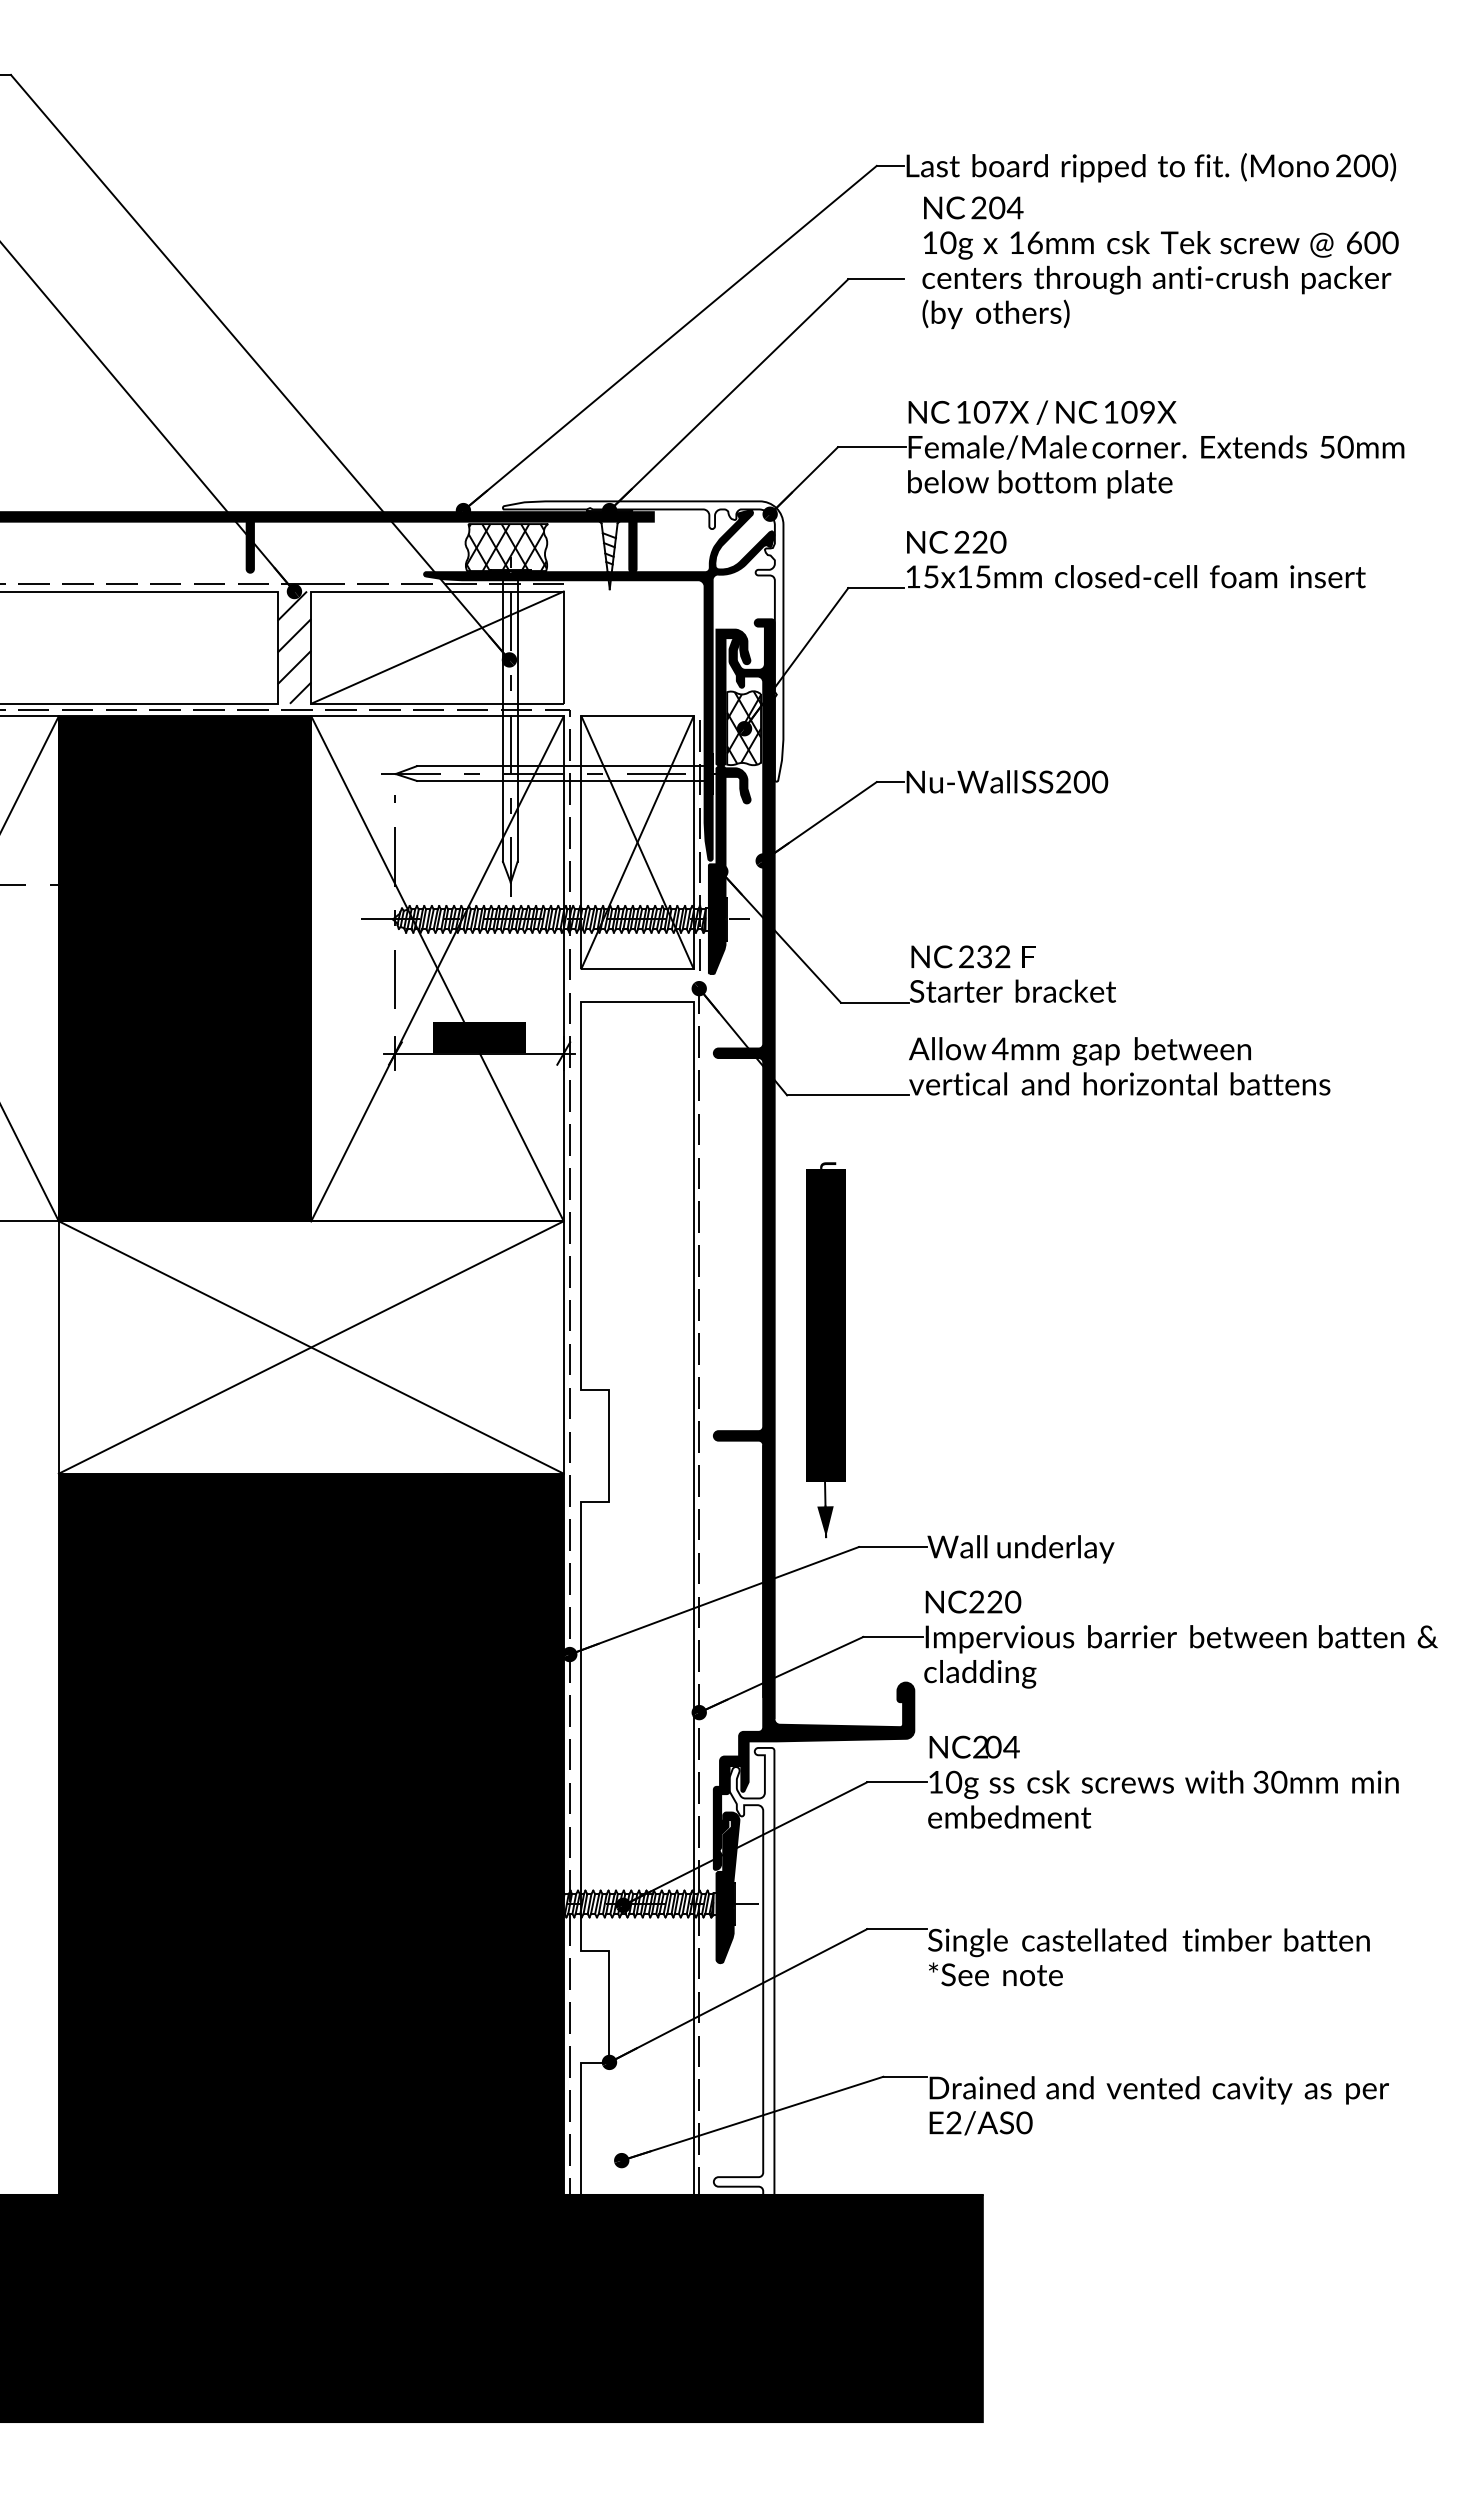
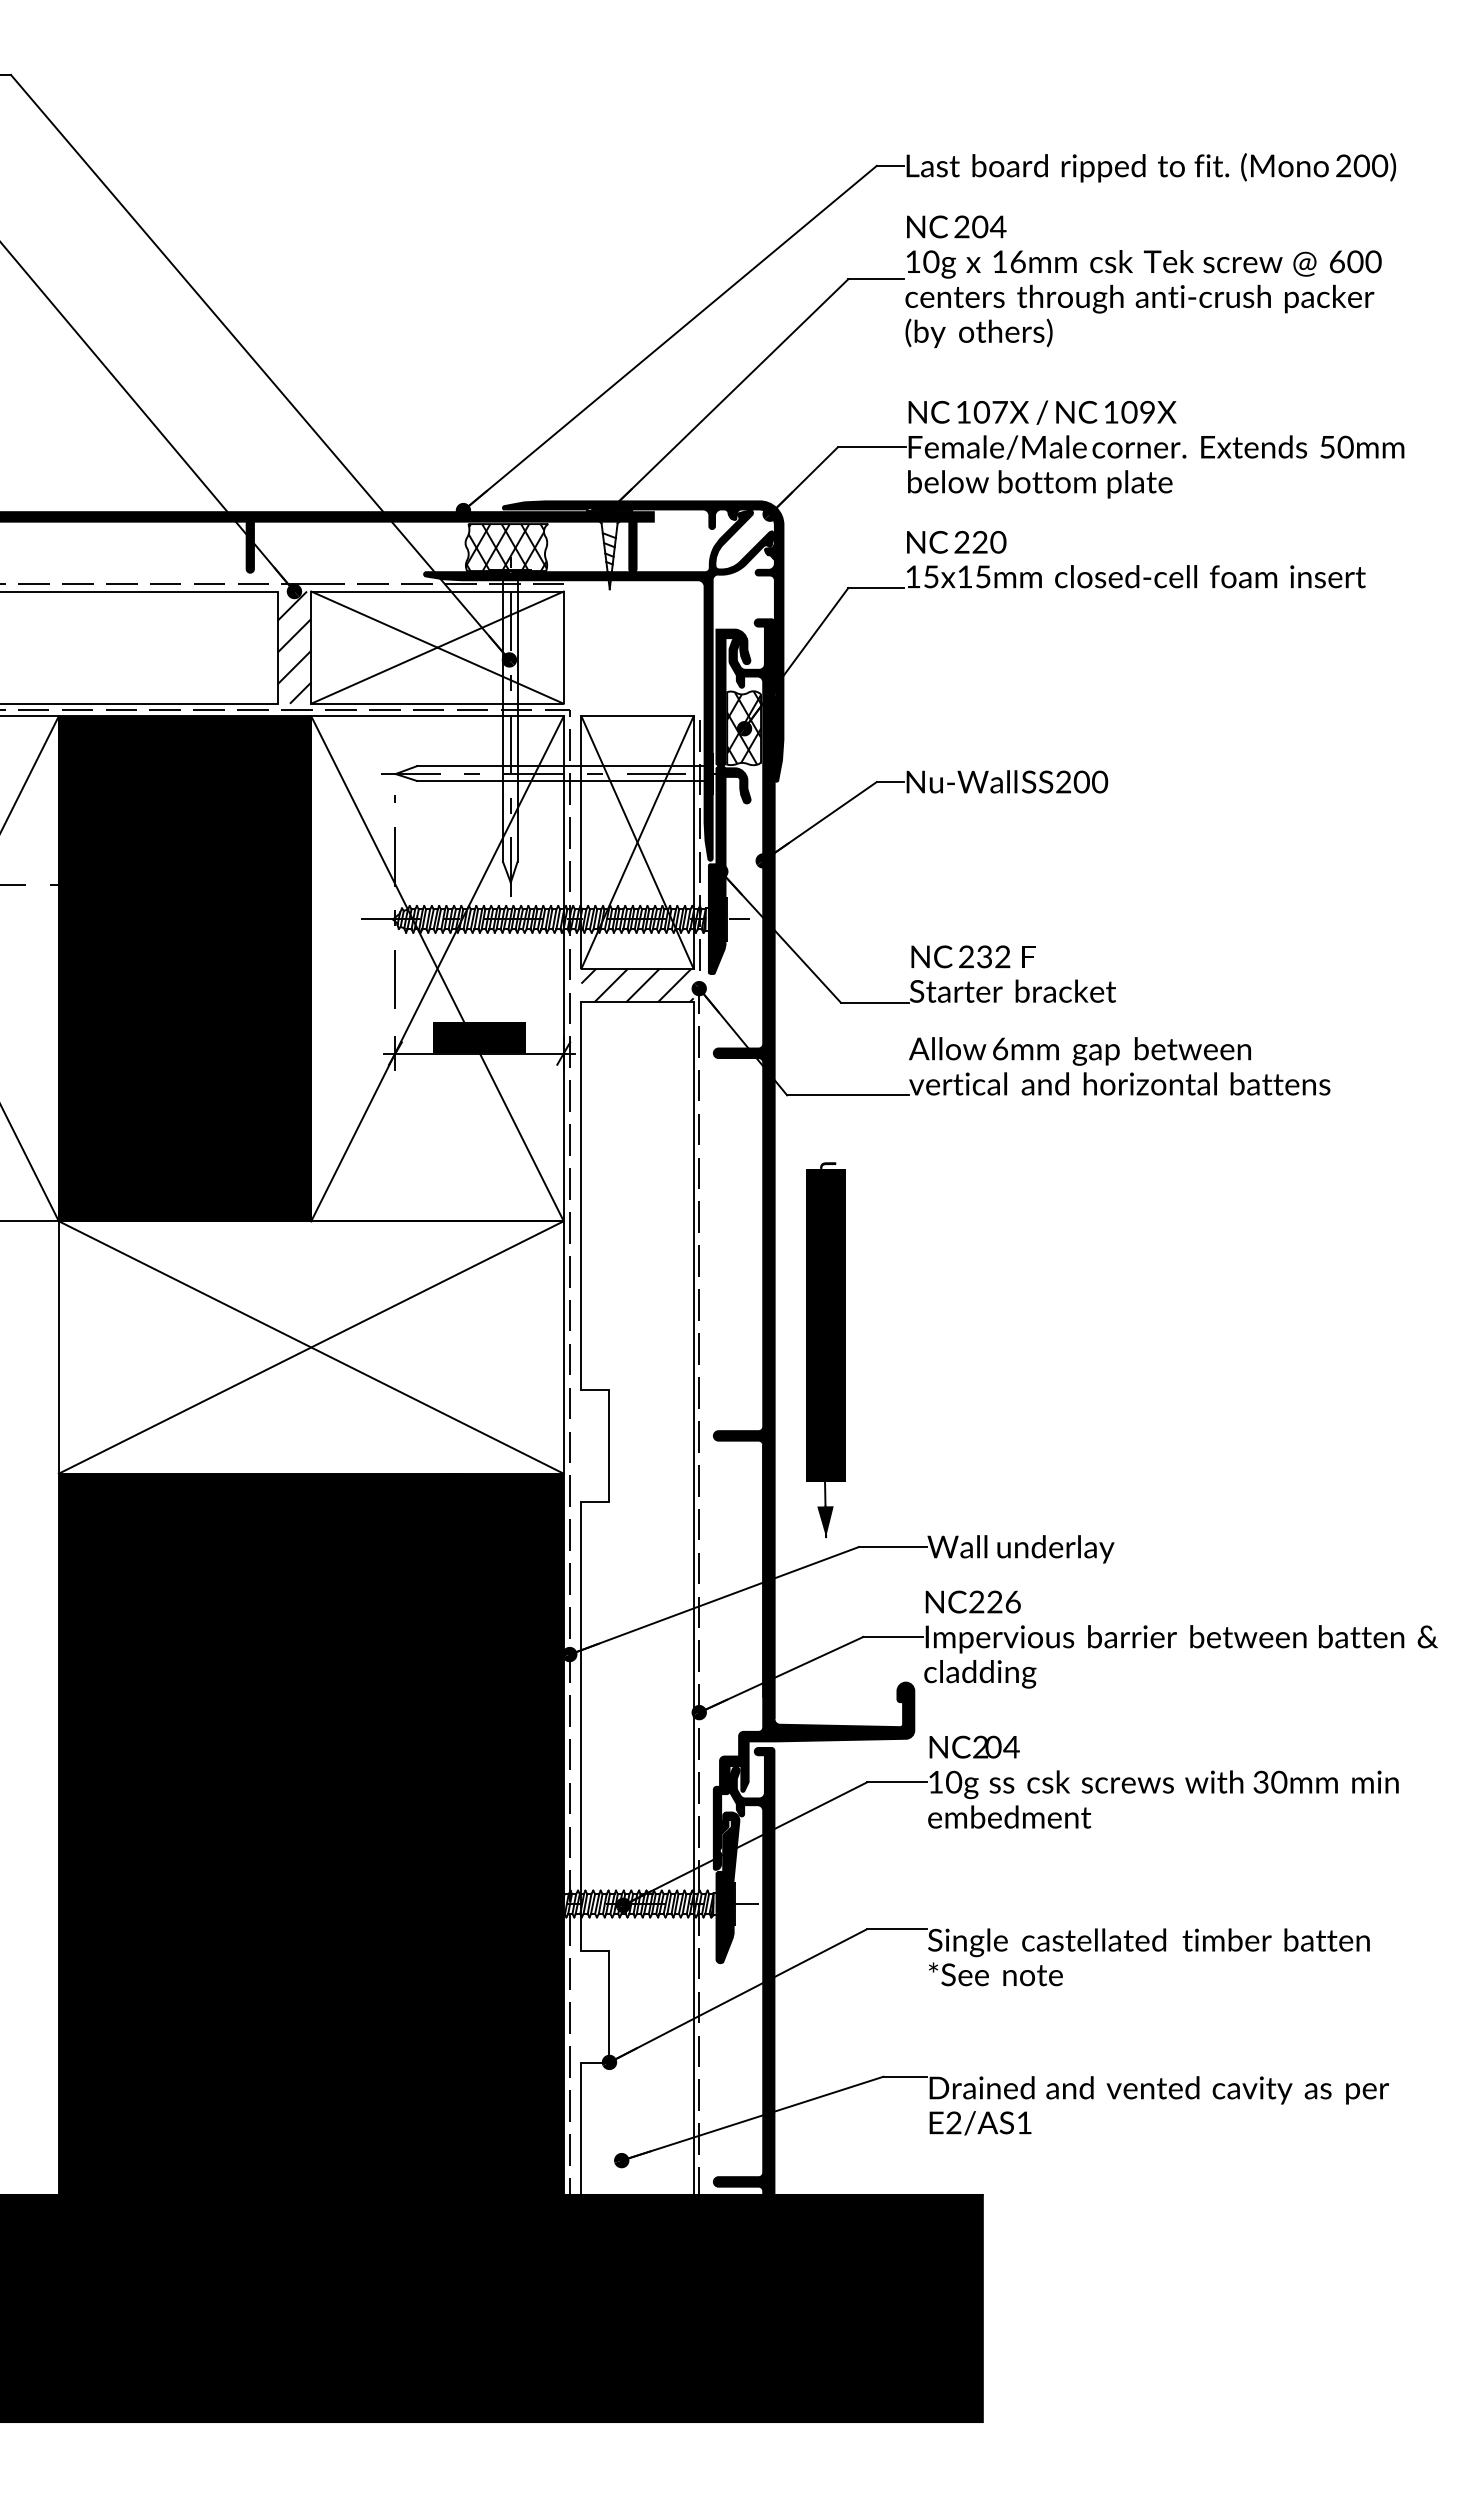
text at (1160, 262) position: (1160, 262) -> (1143, 281)
fill at (642, 641): none -> present
line at (437, 647): none -> present
hatch at (637, 985): none -> present
text at (999, 1049): 4mm -> 6mm
text at (1013, 1601): NC220 -> NC226
fill at (743, 2023): none -> present
text at (1024, 2122): E2/AS0 -> E2/AS1
